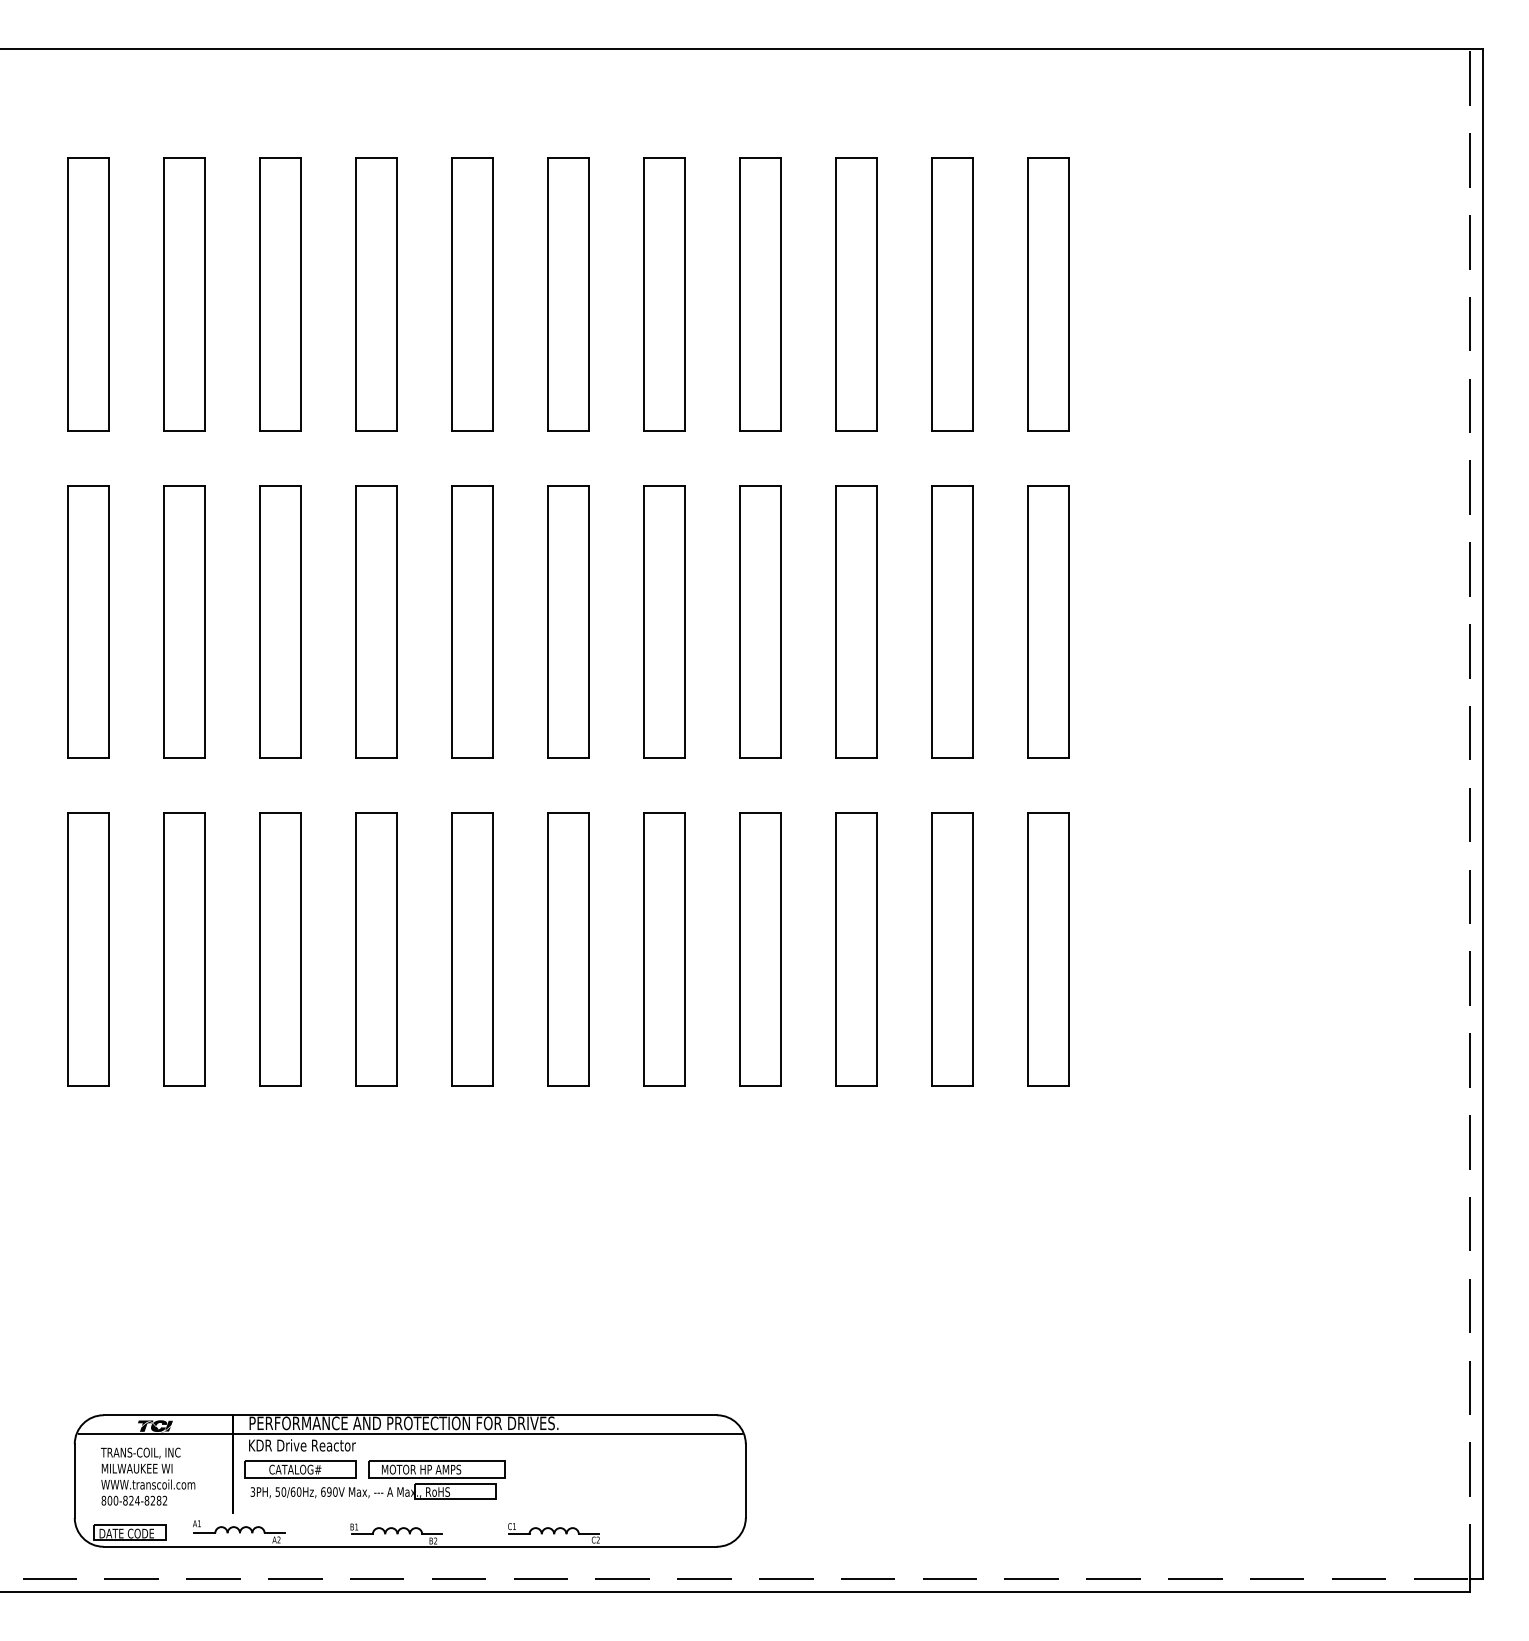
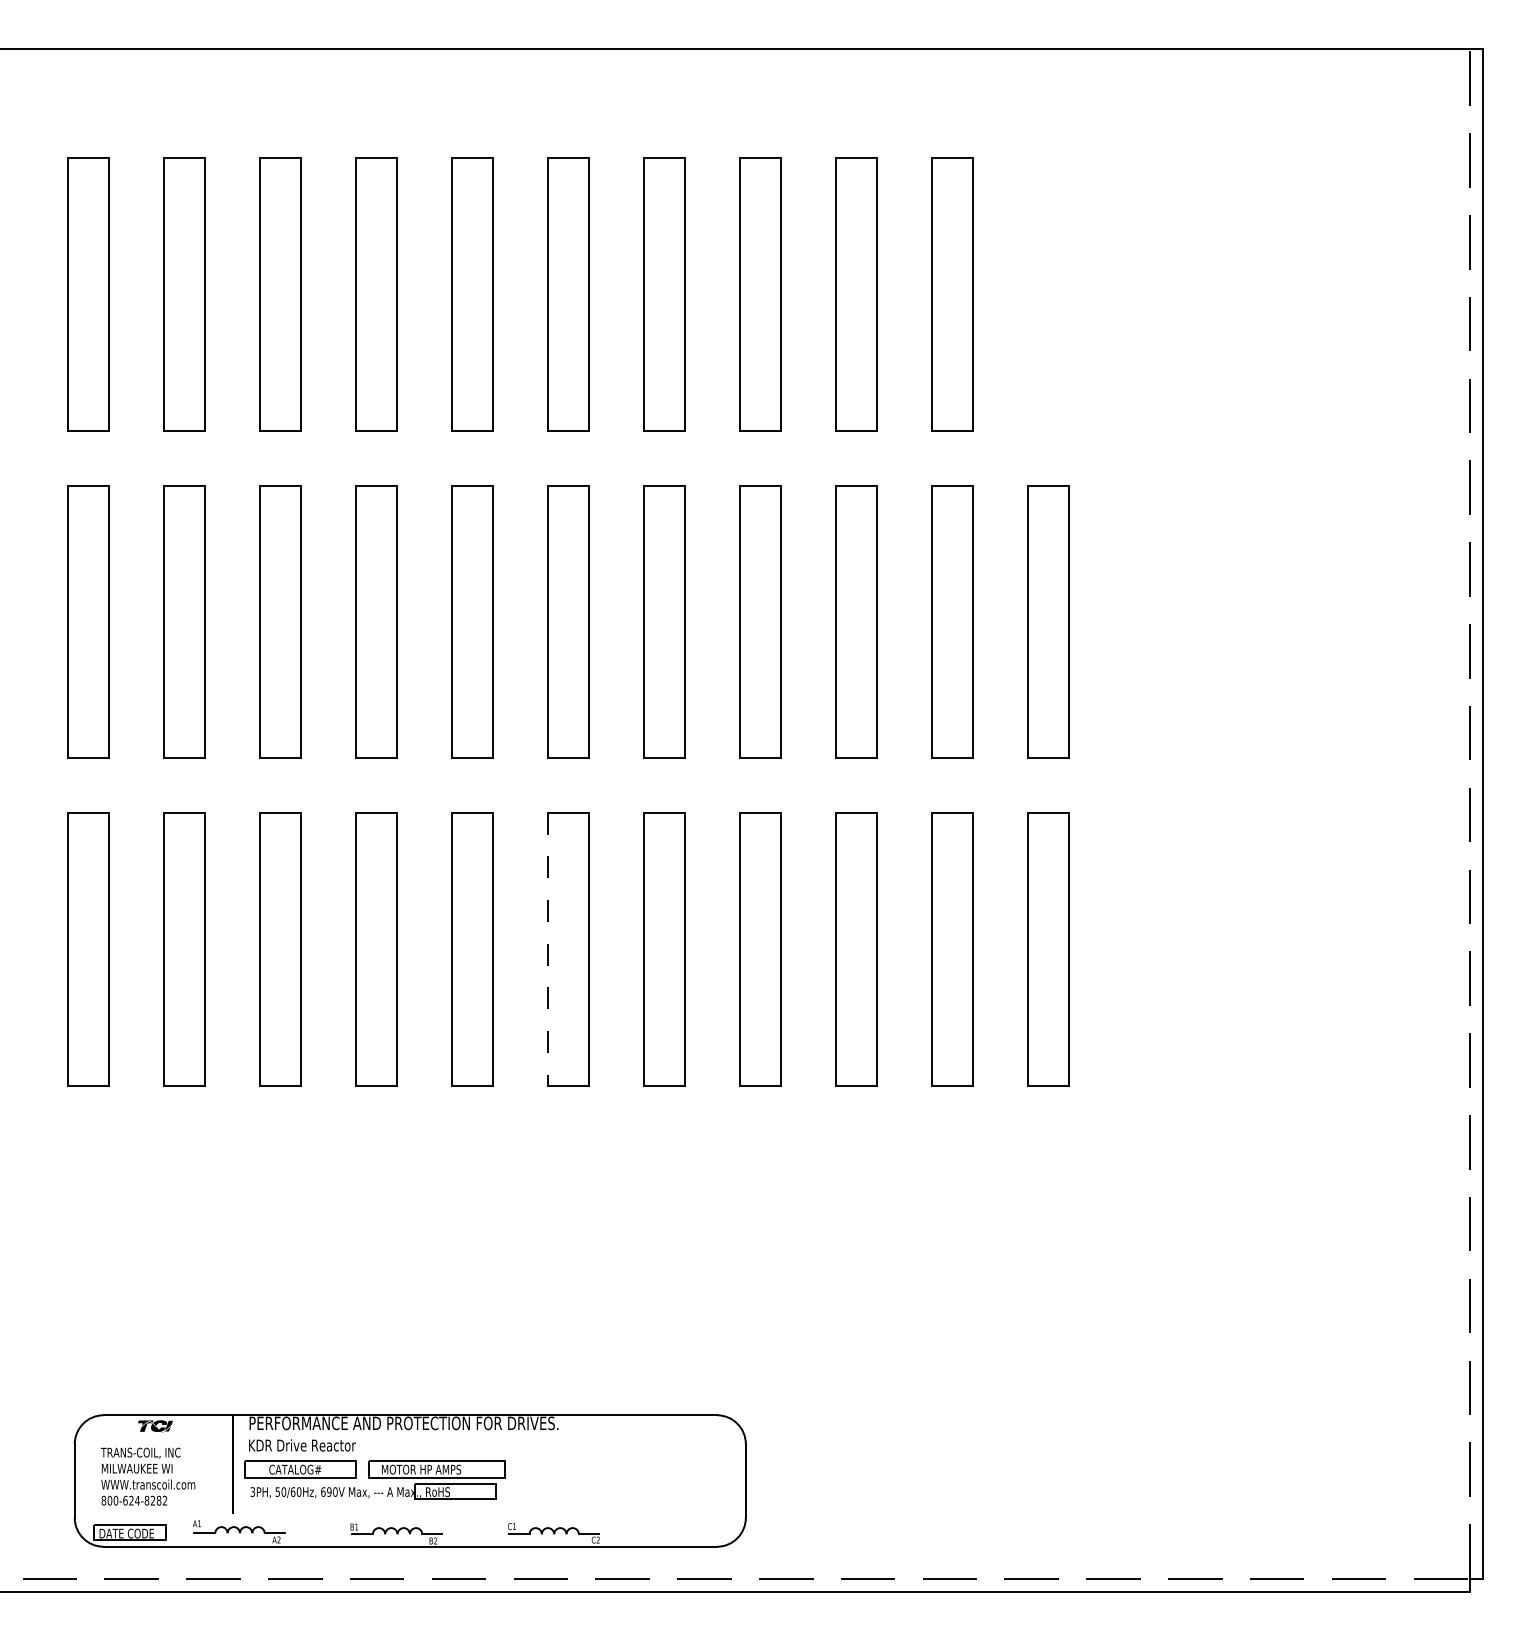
part at (1048, 294): present -> none
line at (547, 949): solid -> dashed
line at (410, 1434): present -> none
text at (125, 1500): 800-824-8282 -> 800-624-8282
